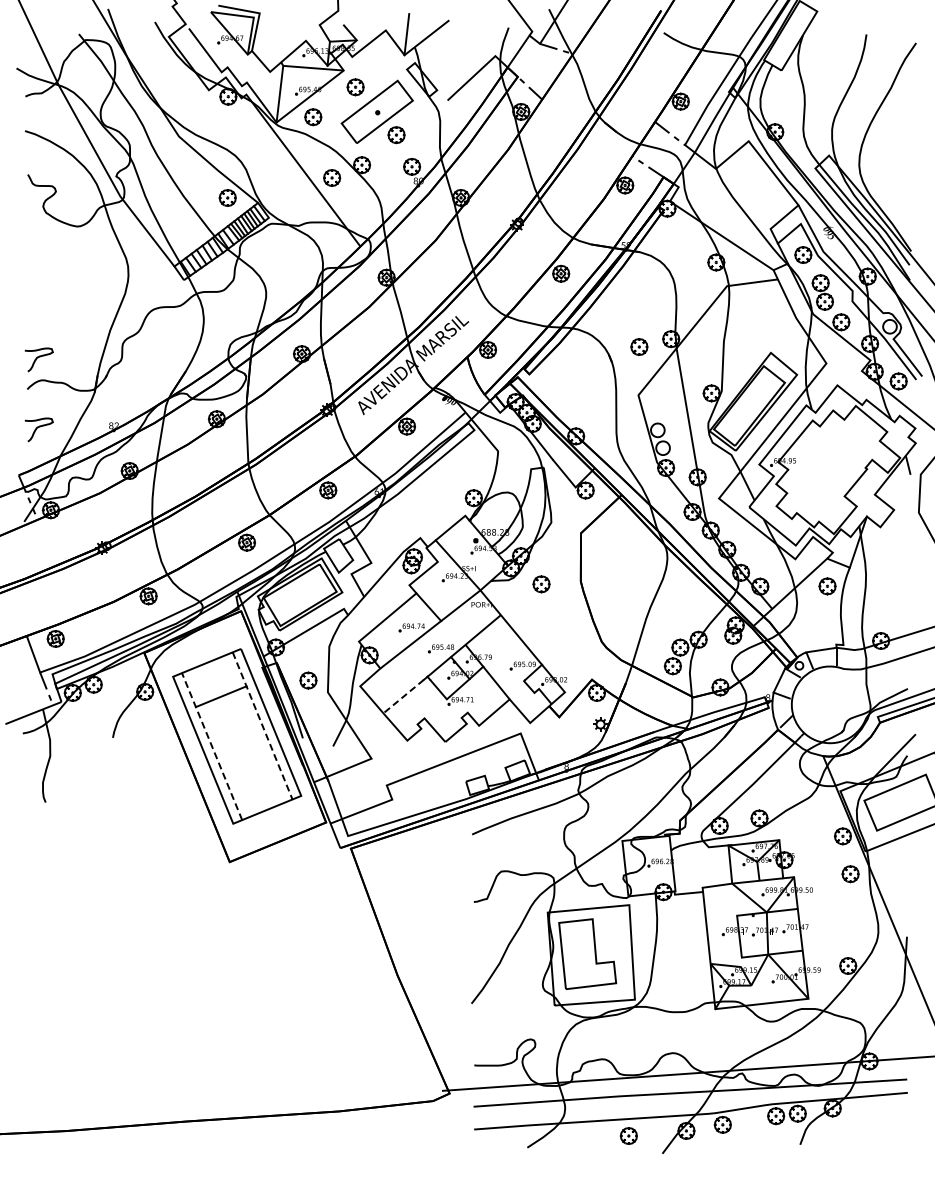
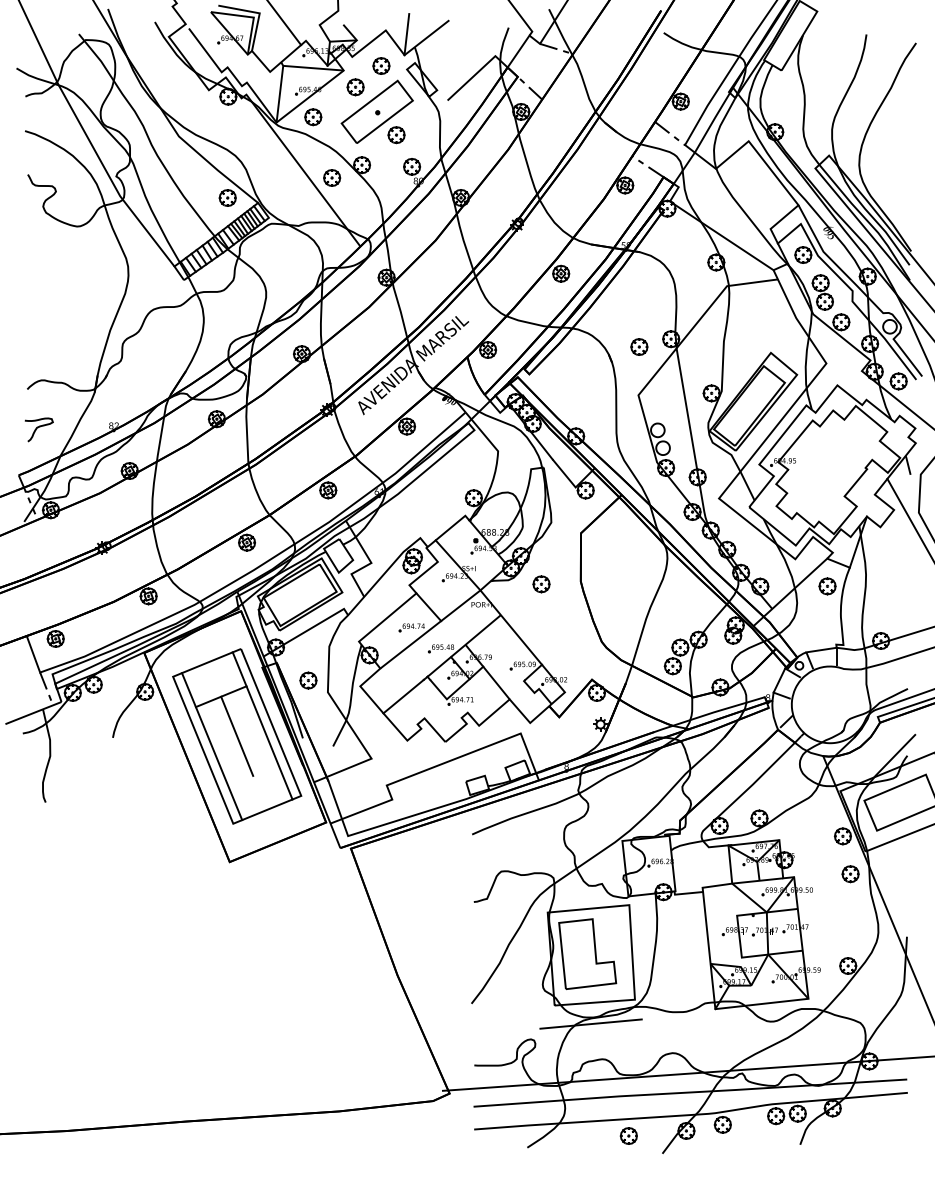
line at (284, 23): none -> present
part at (381, 65): none -> present
curve at (38, 358): present -> none
line at (909, 518): none -> present
line at (403, 696): dashed -> solid
line at (262, 726): dashed -> solid
line at (237, 735): none -> present
line at (211, 746): dashed -> solid
line at (590, 1023): none -> present
